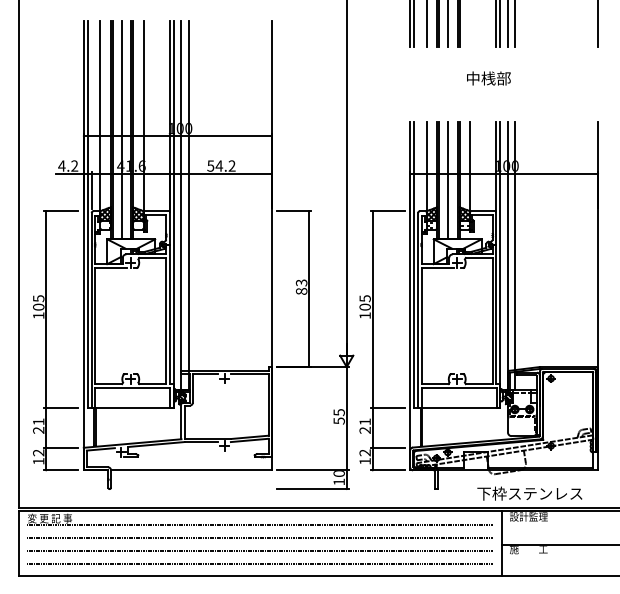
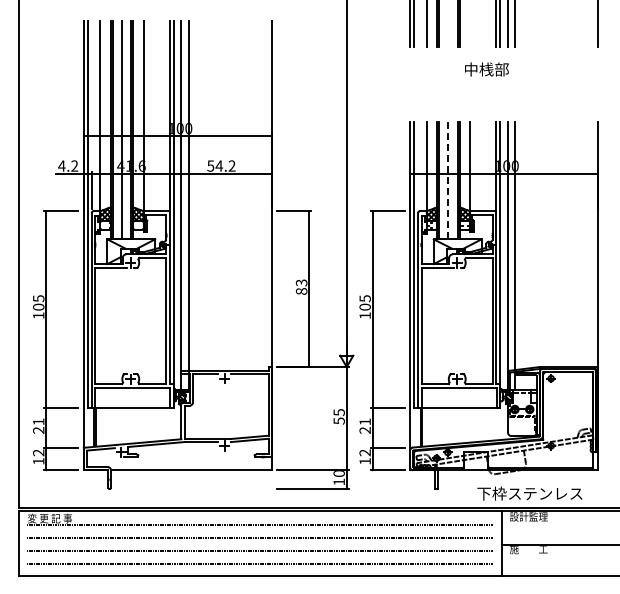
line at (448, 24): present -> none
text at (488, 78) position: (488, 78) -> (486, 69)
line at (448, 180): solid -> dashed
